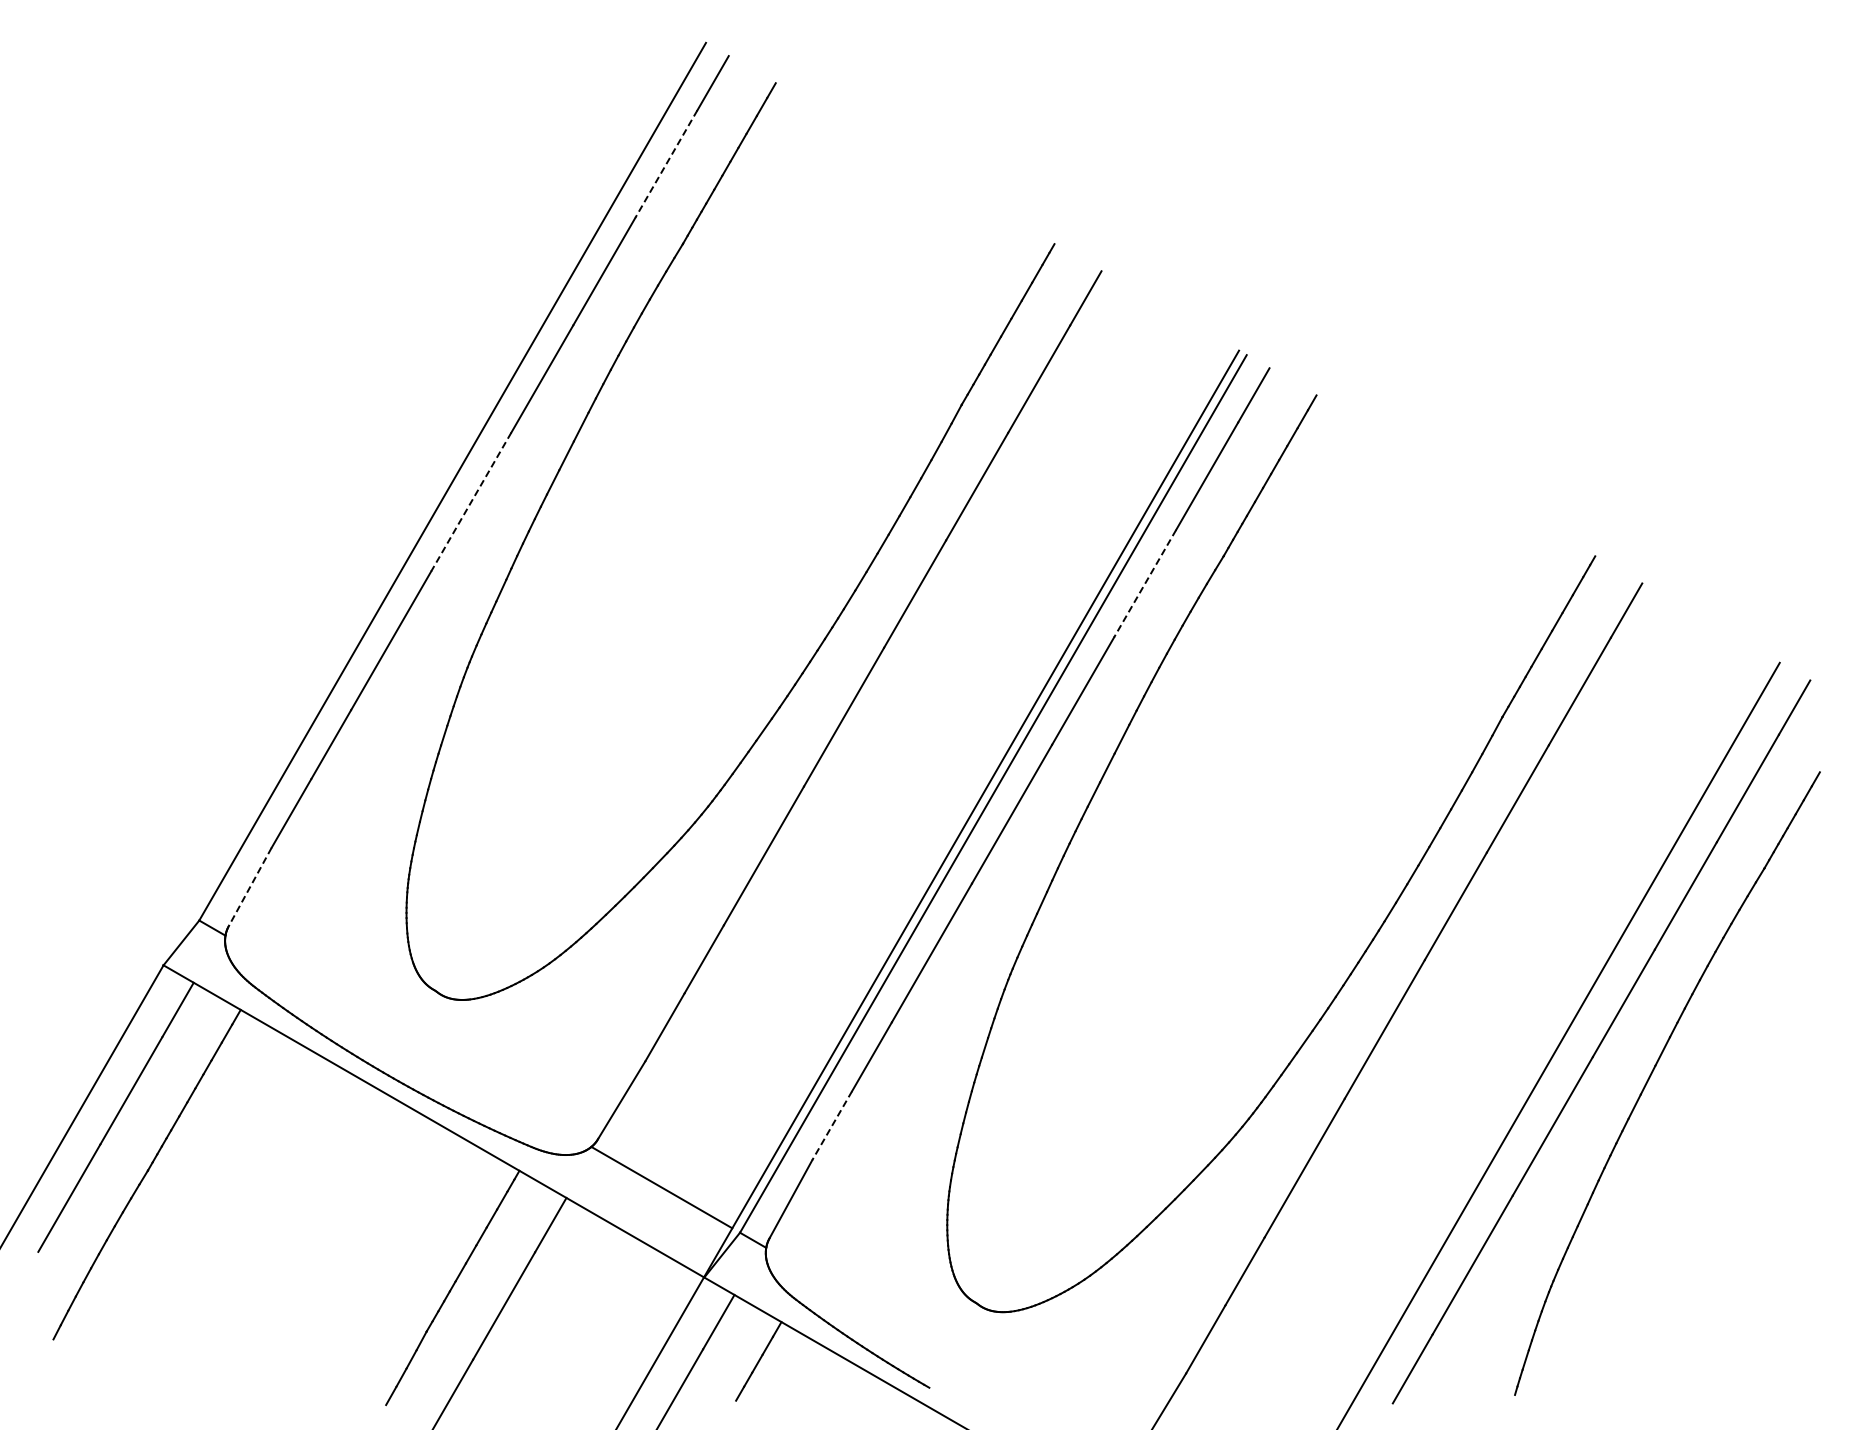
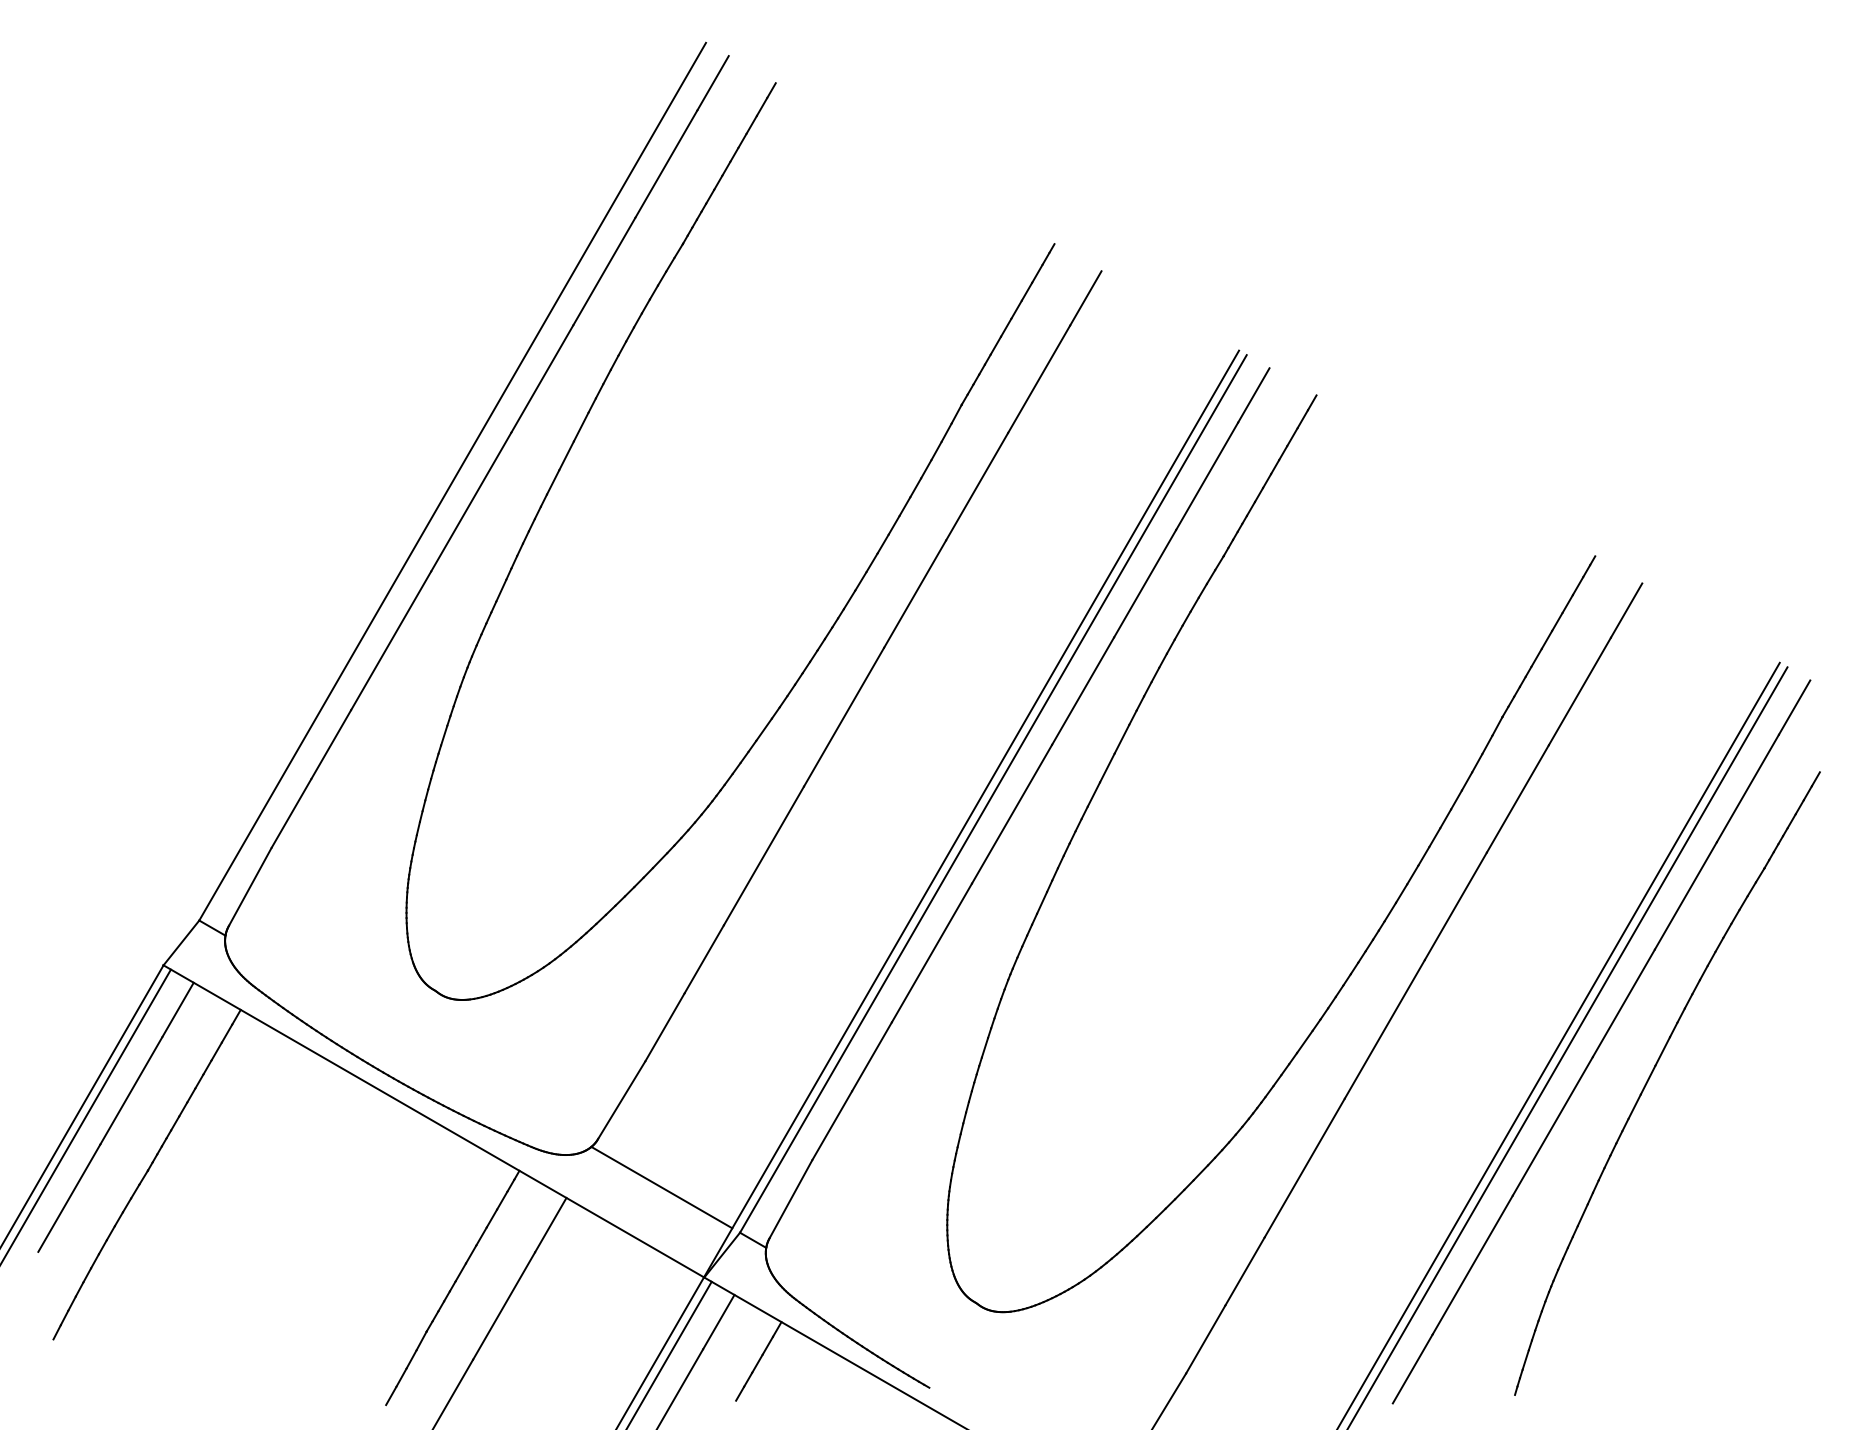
line at (666, 164): dashed -> solid
line at (471, 502): dashed -> solid
line at (1144, 584): dashed -> solid
line at (250, 887): dashed -> solid
line at (1568, 1046): none -> present
line at (86, 1115): none -> present
line at (832, 1125): dashed -> solid
line at (669, 1353): none -> present
